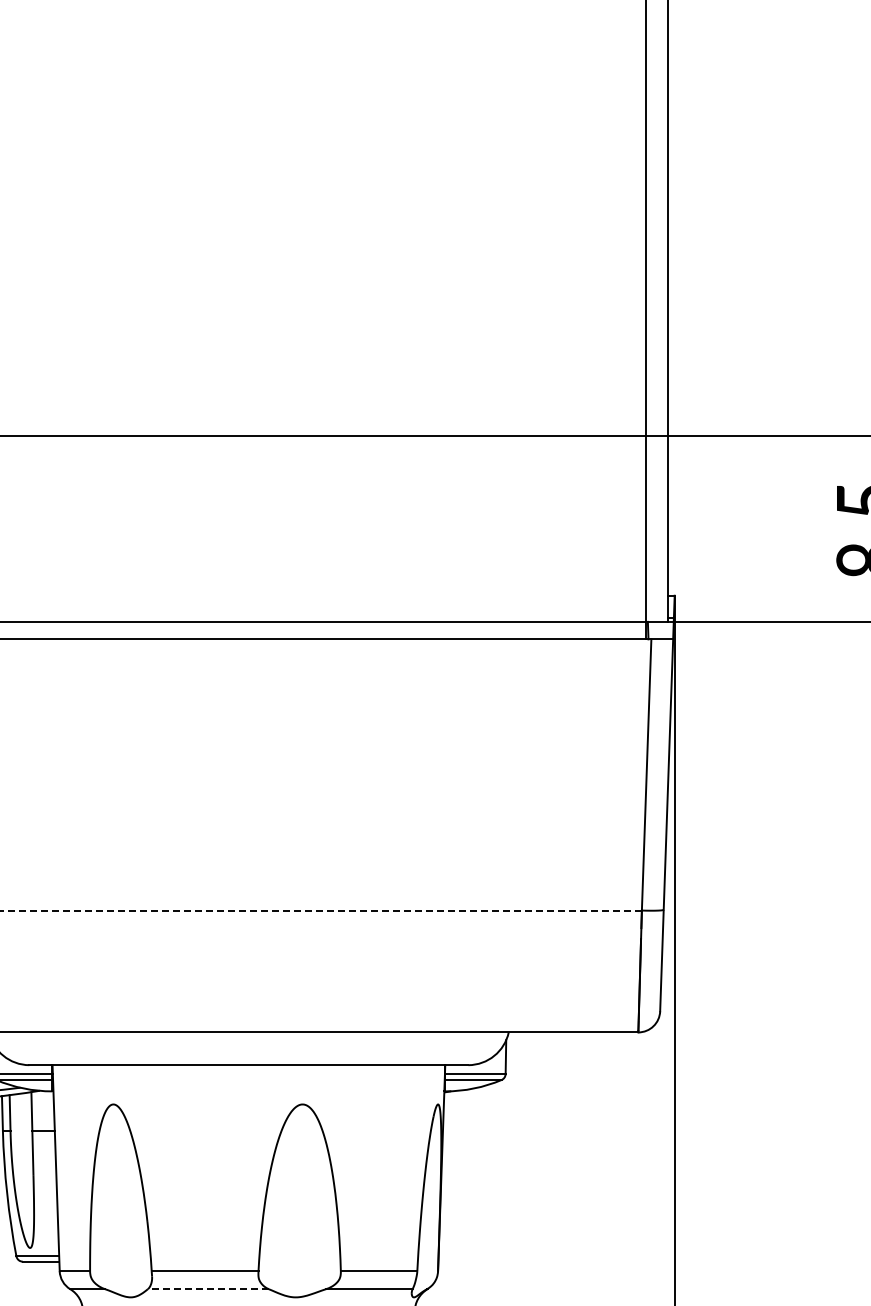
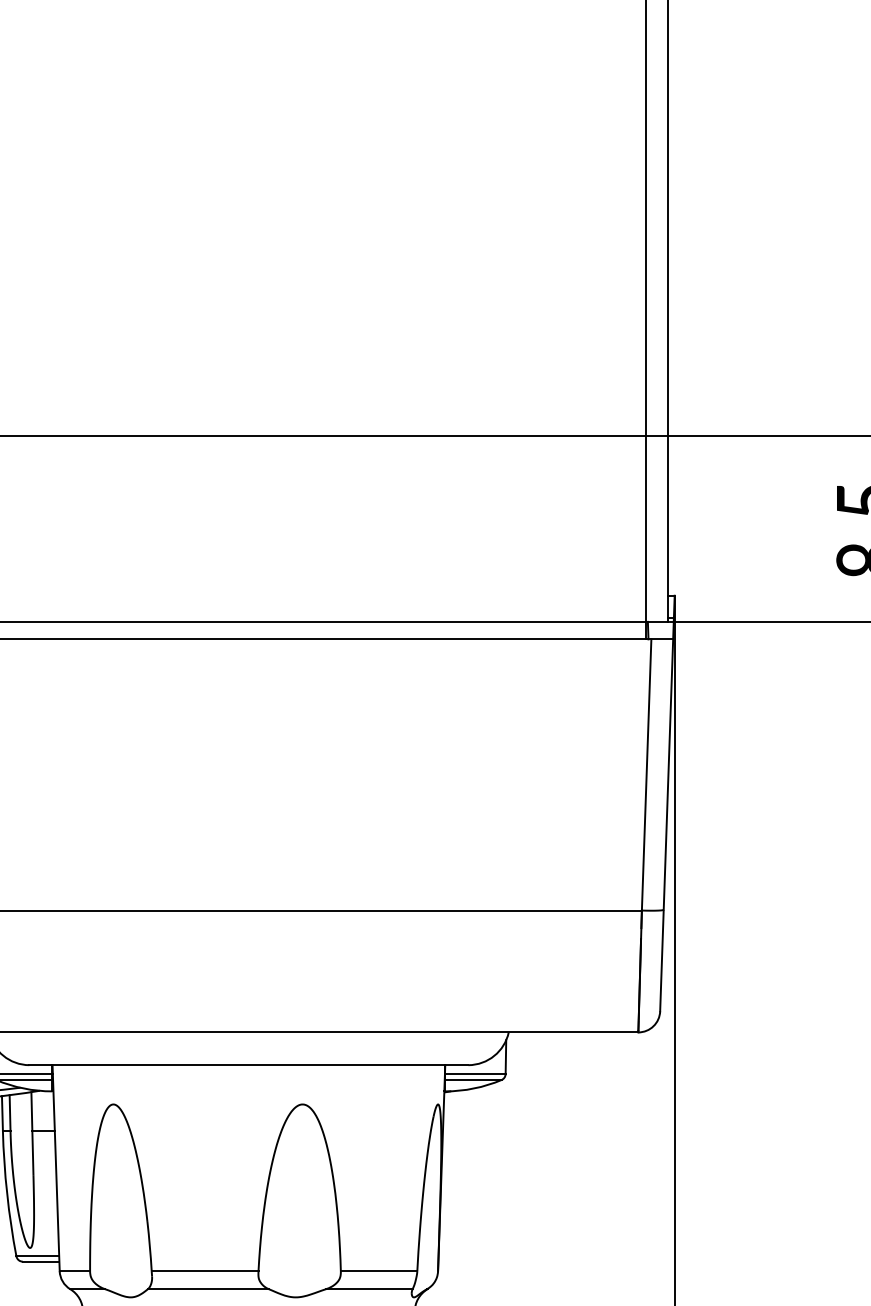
line at (320, 910): dashed -> solid
line at (208, 1289): dashed -> solid
